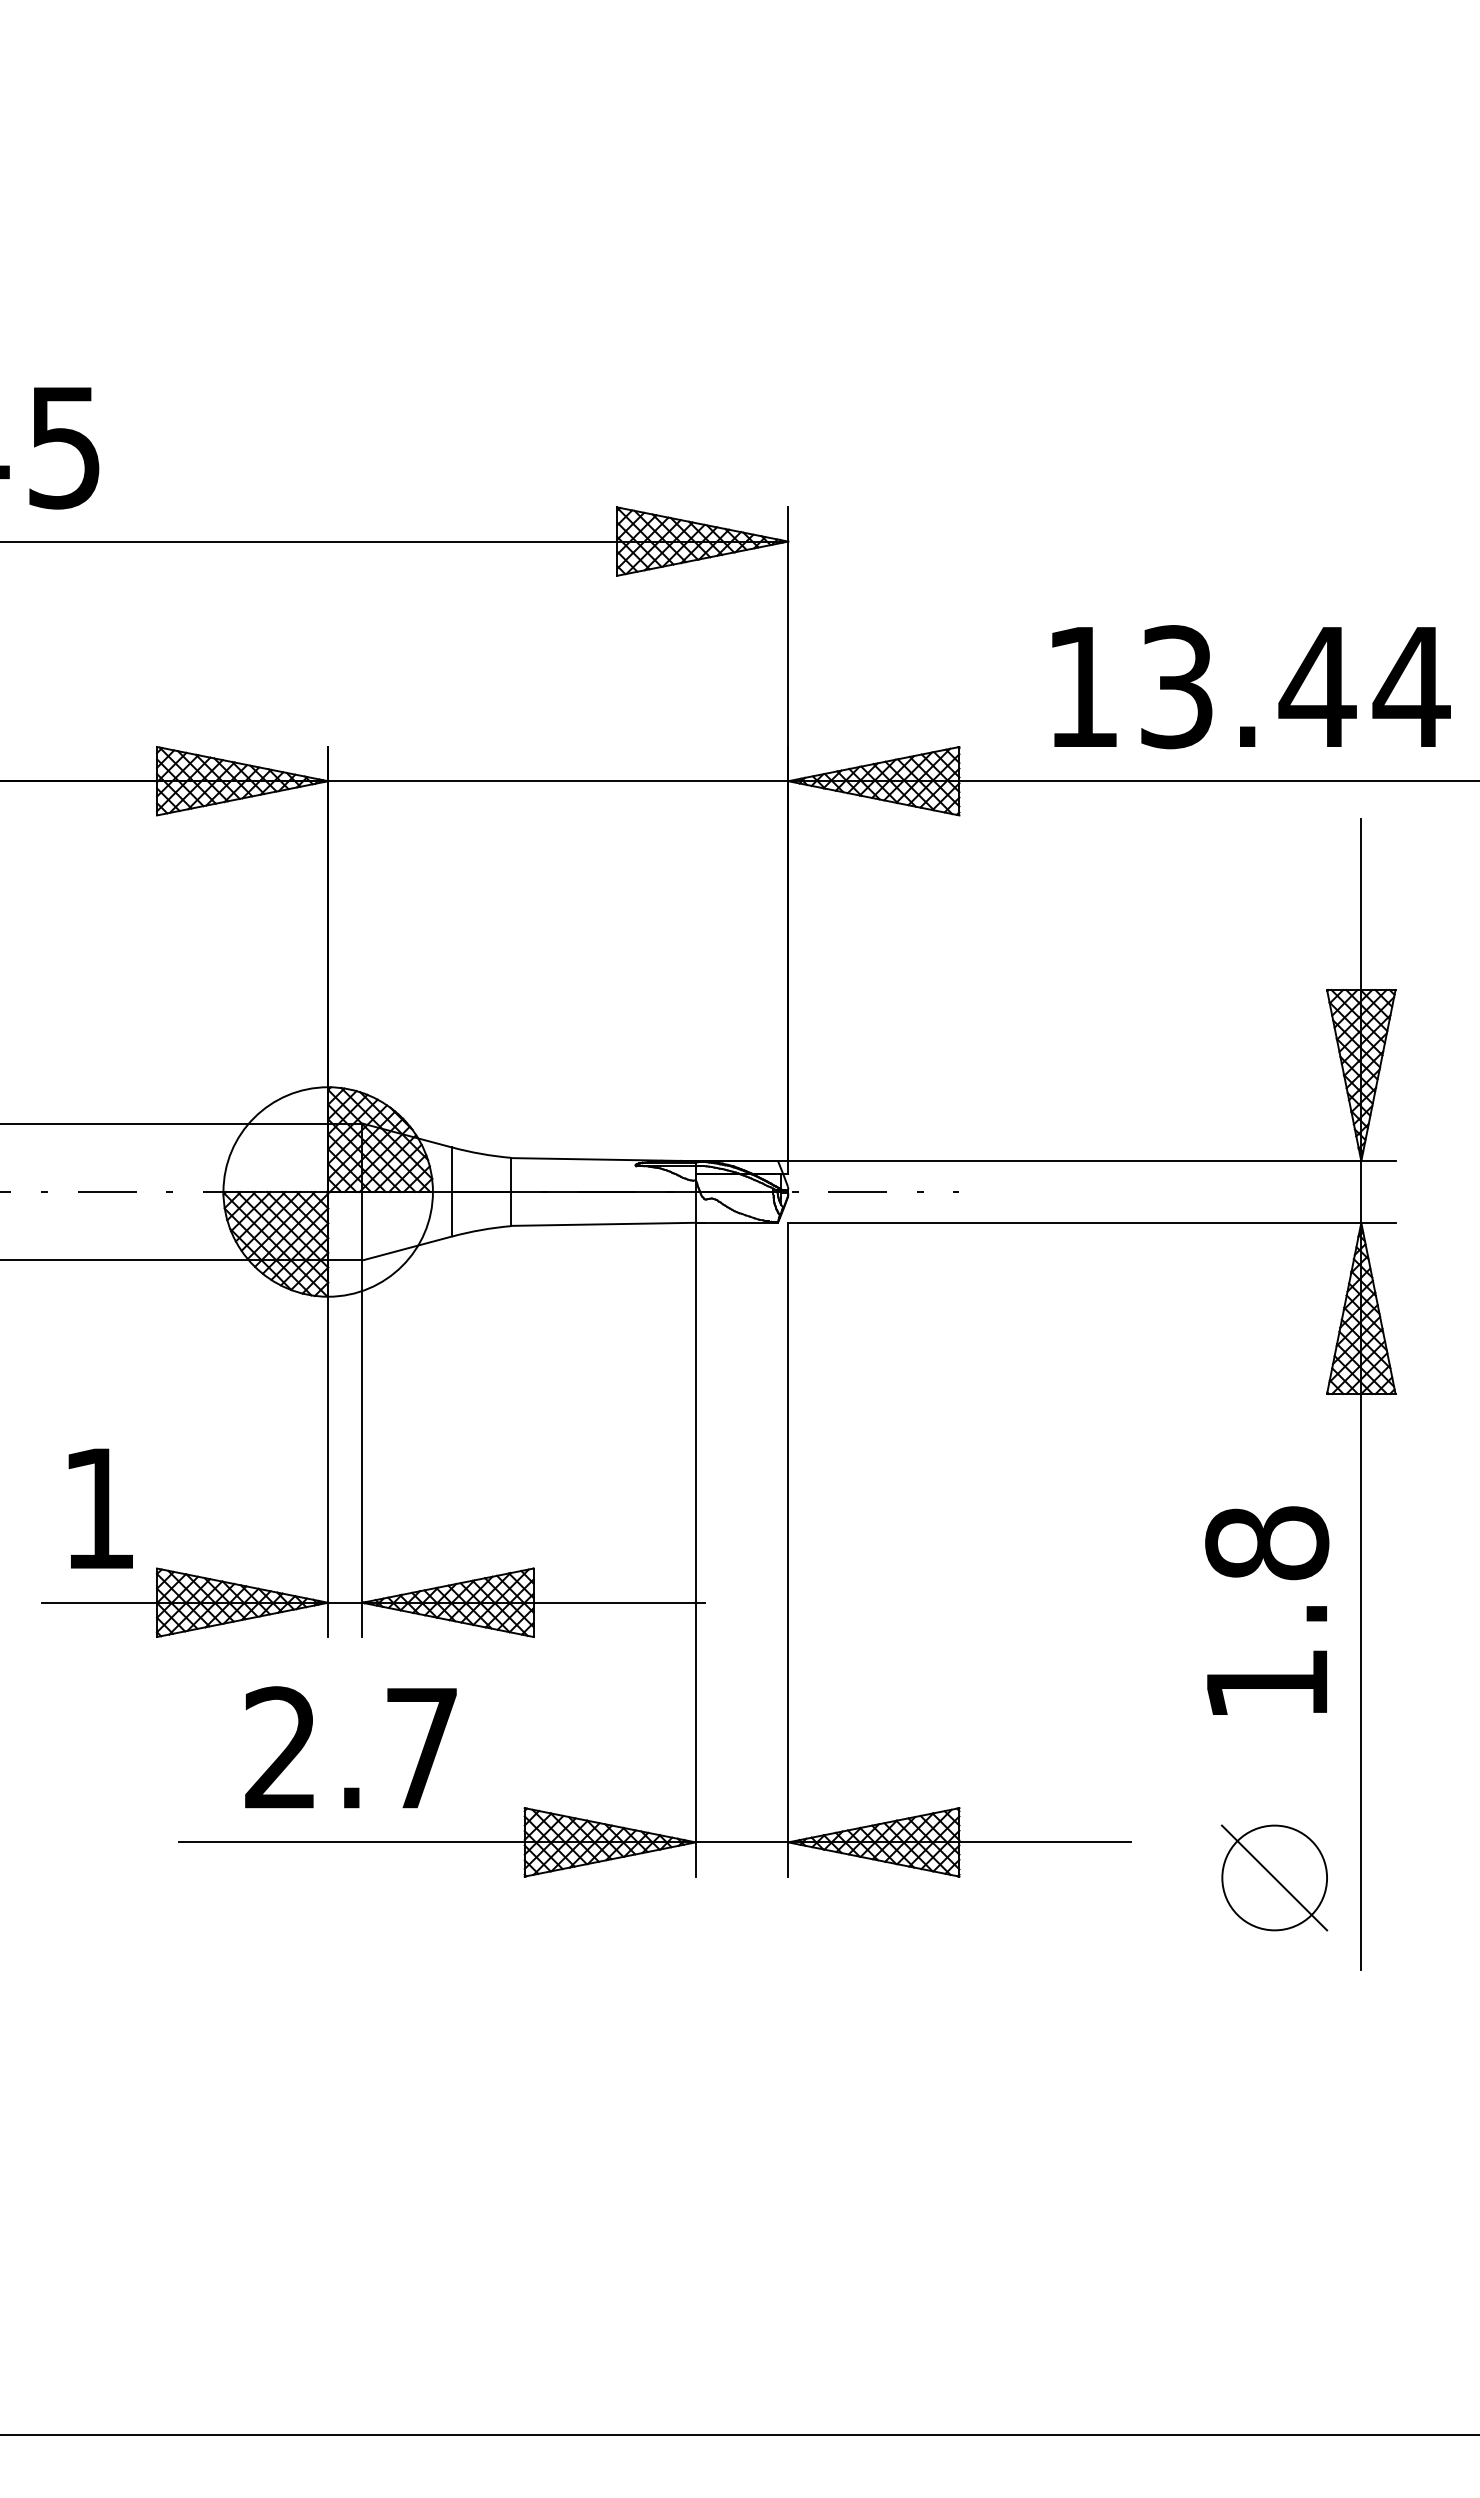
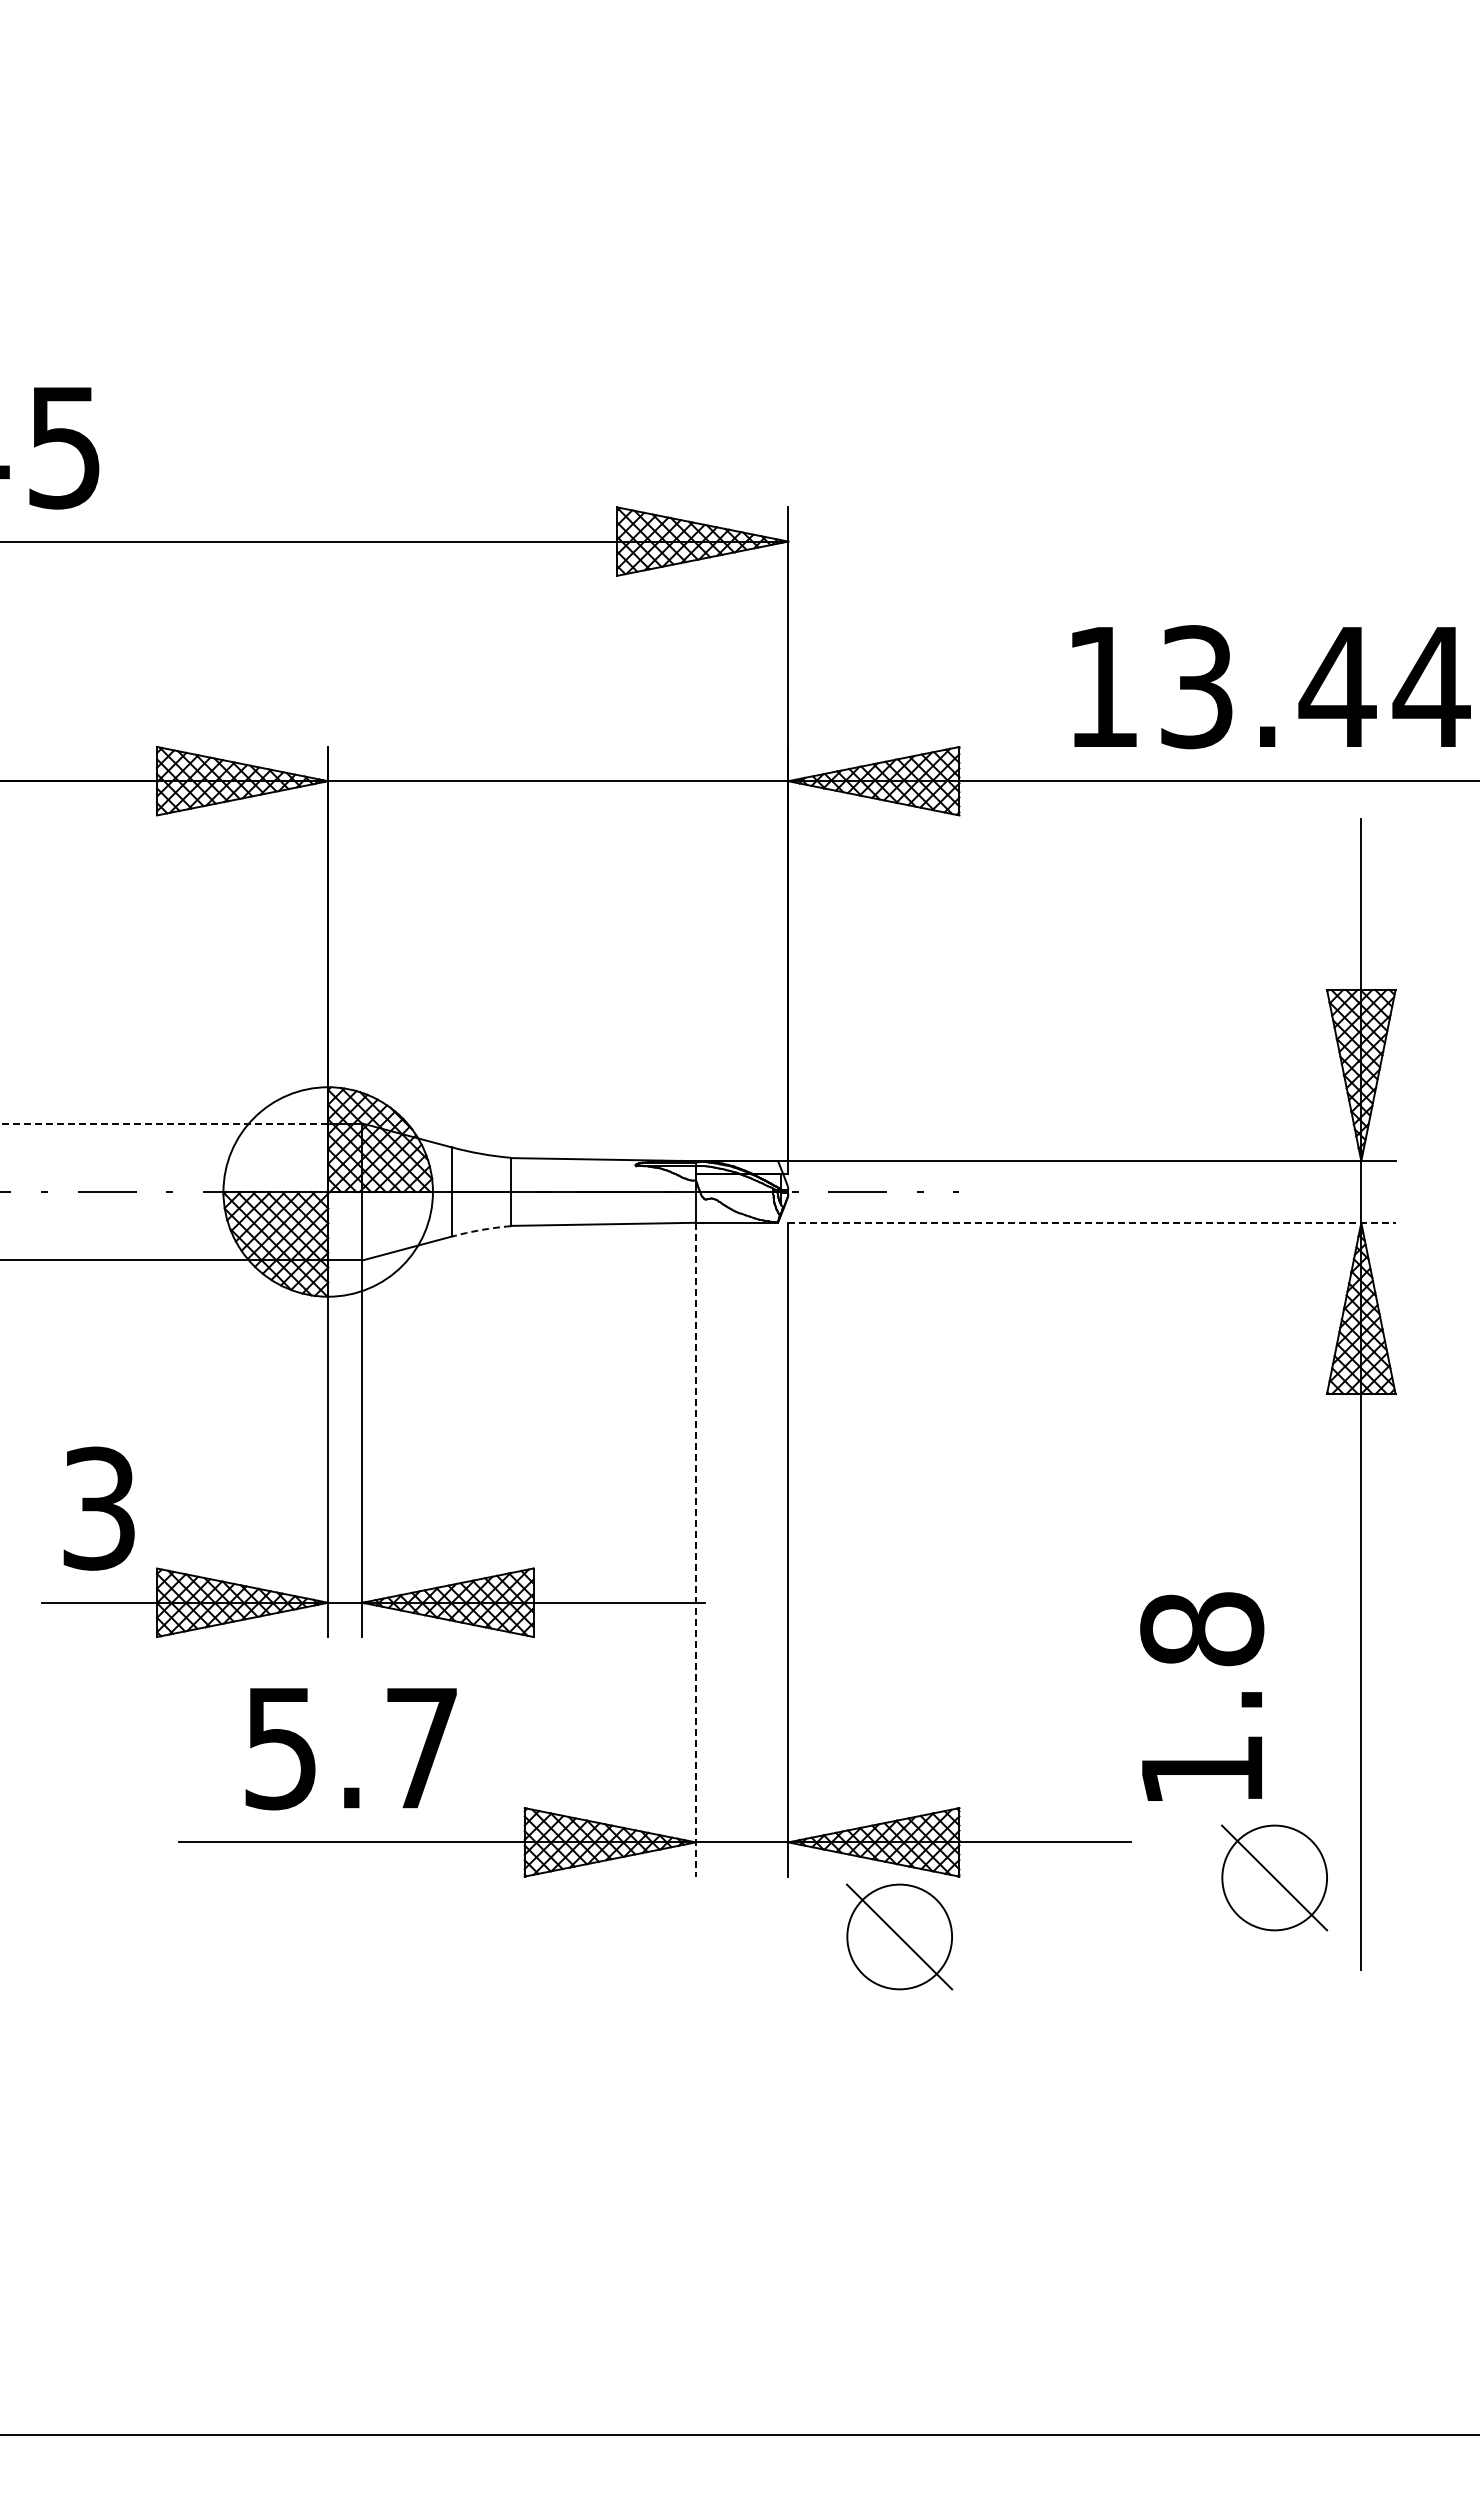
text at (1251, 687) position: (1251, 687) -> (1271, 687)
line at (164, 1123): solid -> dashed
line at (1091, 1222): solid -> dashed
arc at (481, 1230): solid -> dashed
text at (98, 1508): 1 -> 3
line at (695, 1549): solid -> dashed
text at (1267, 1610) position: (1267, 1610) -> (1202, 1696)
text at (280, 1748): 2.7 -> 5.7
part at (899, 1936): none -> present
